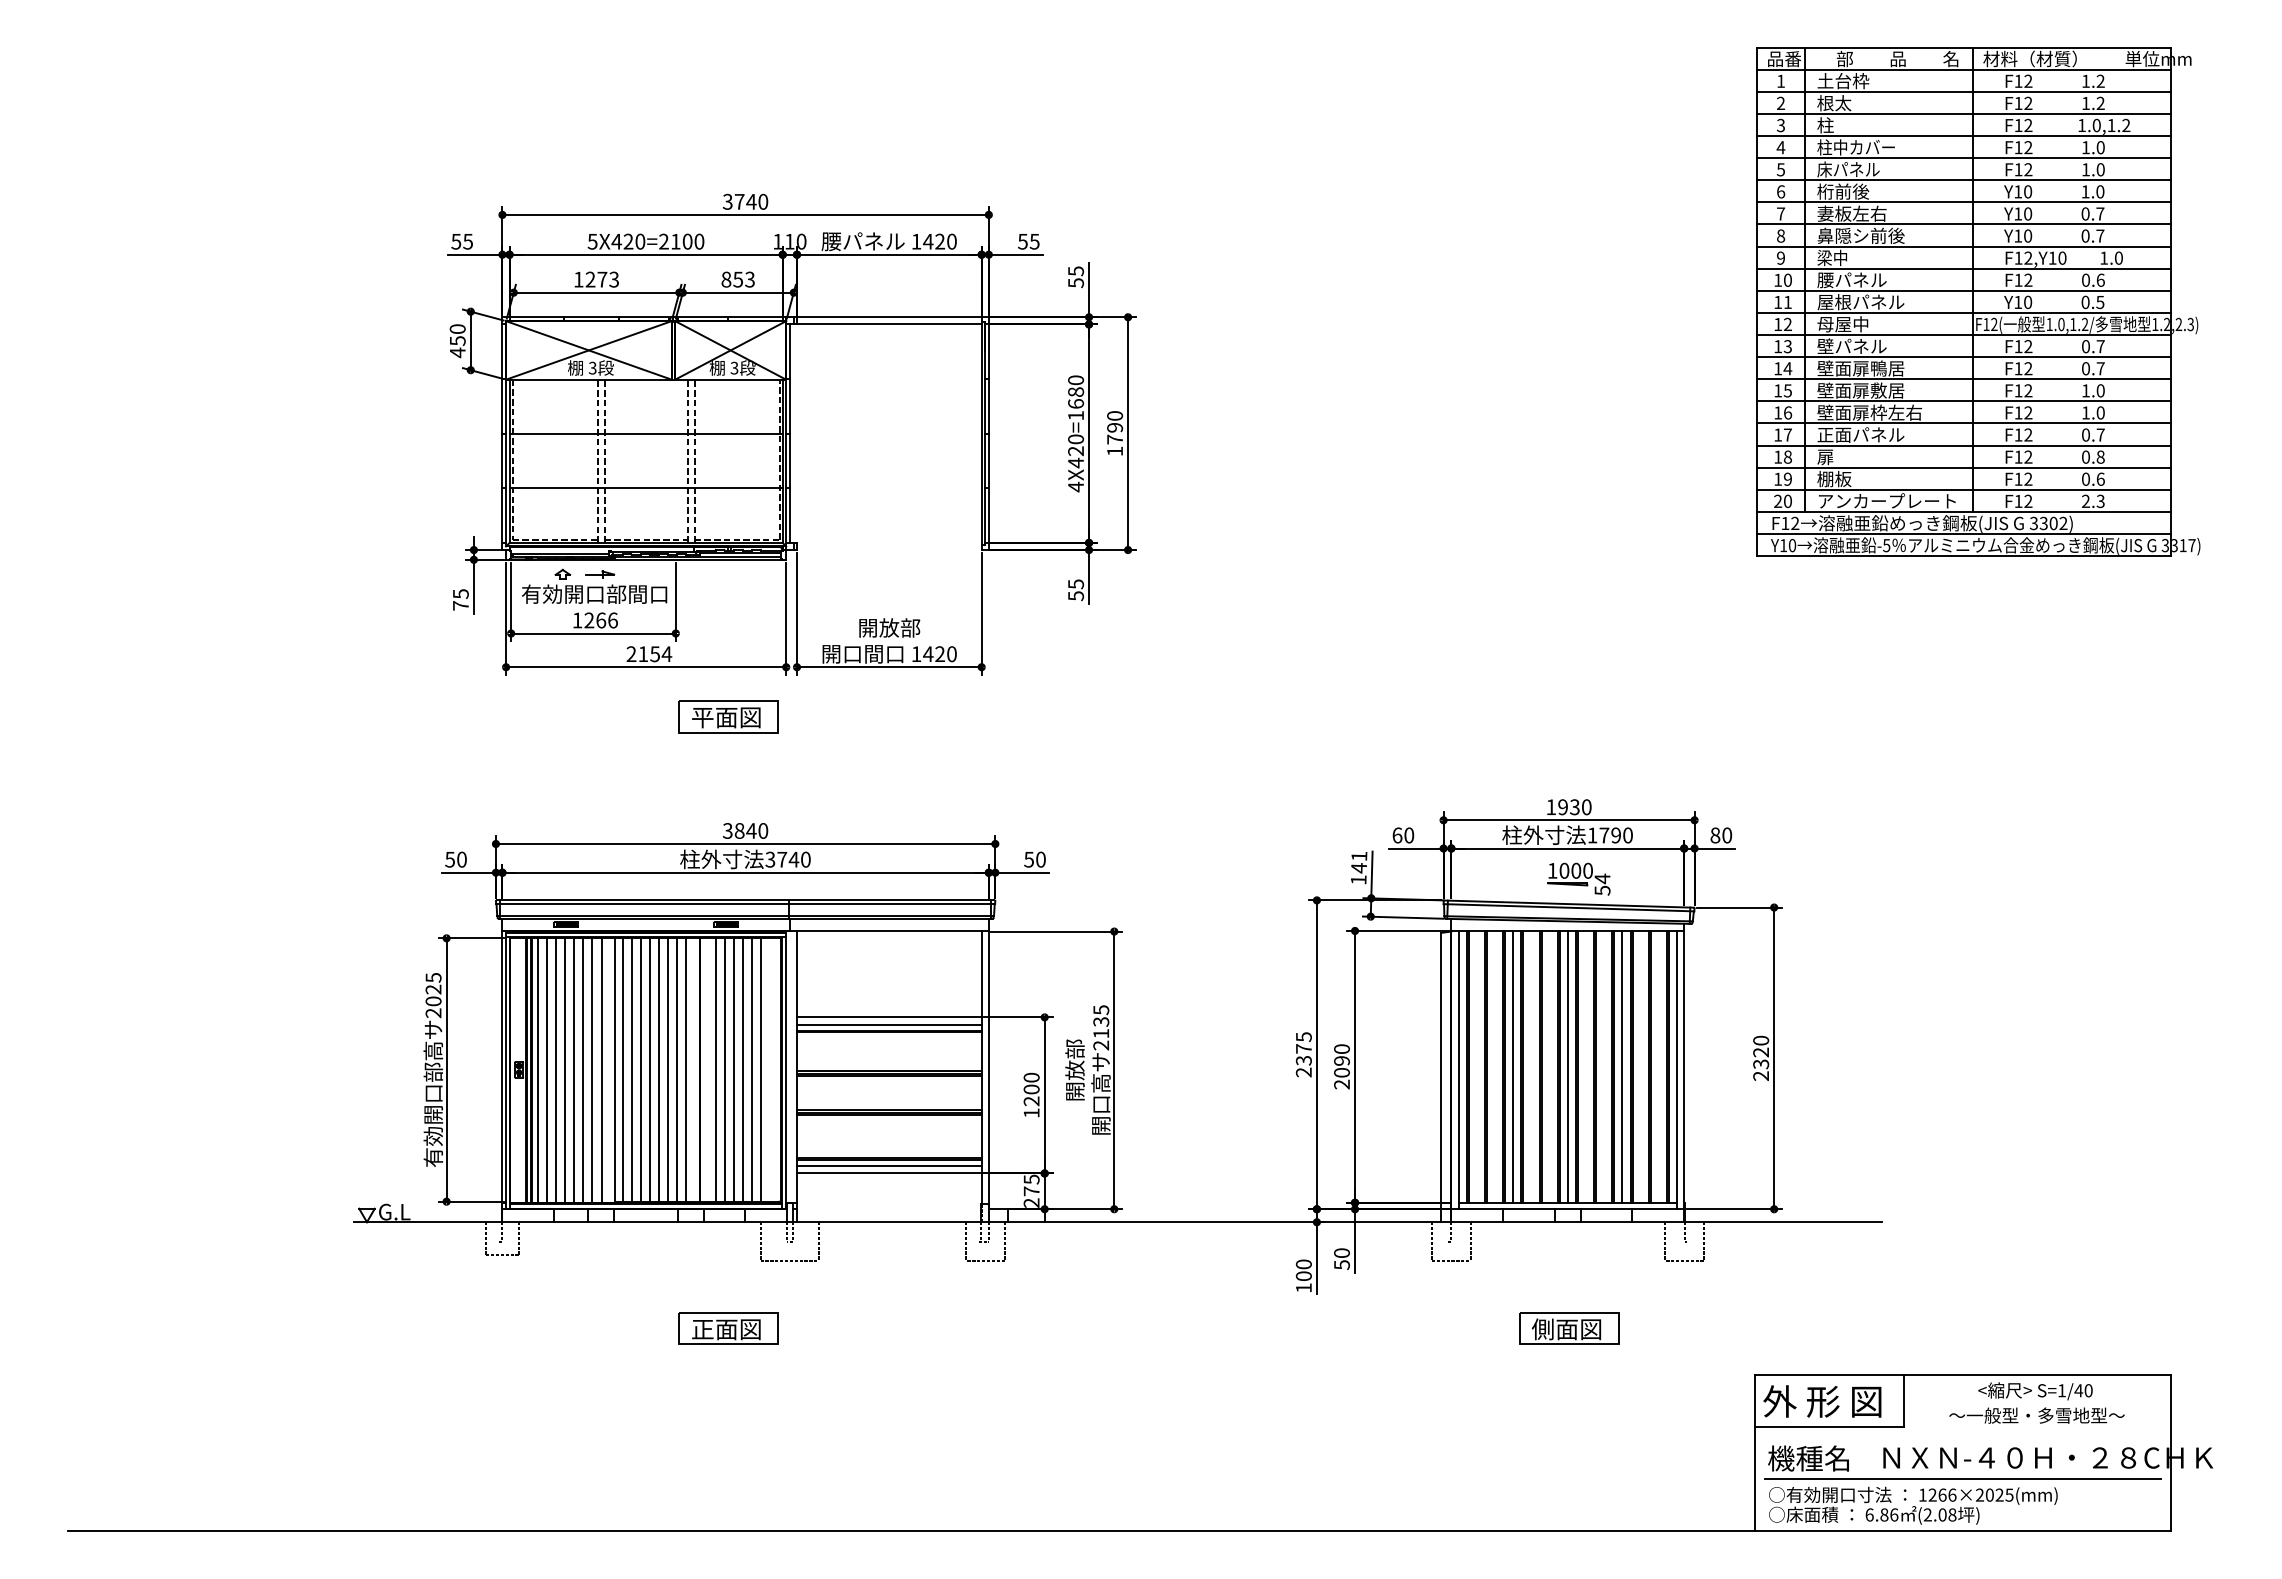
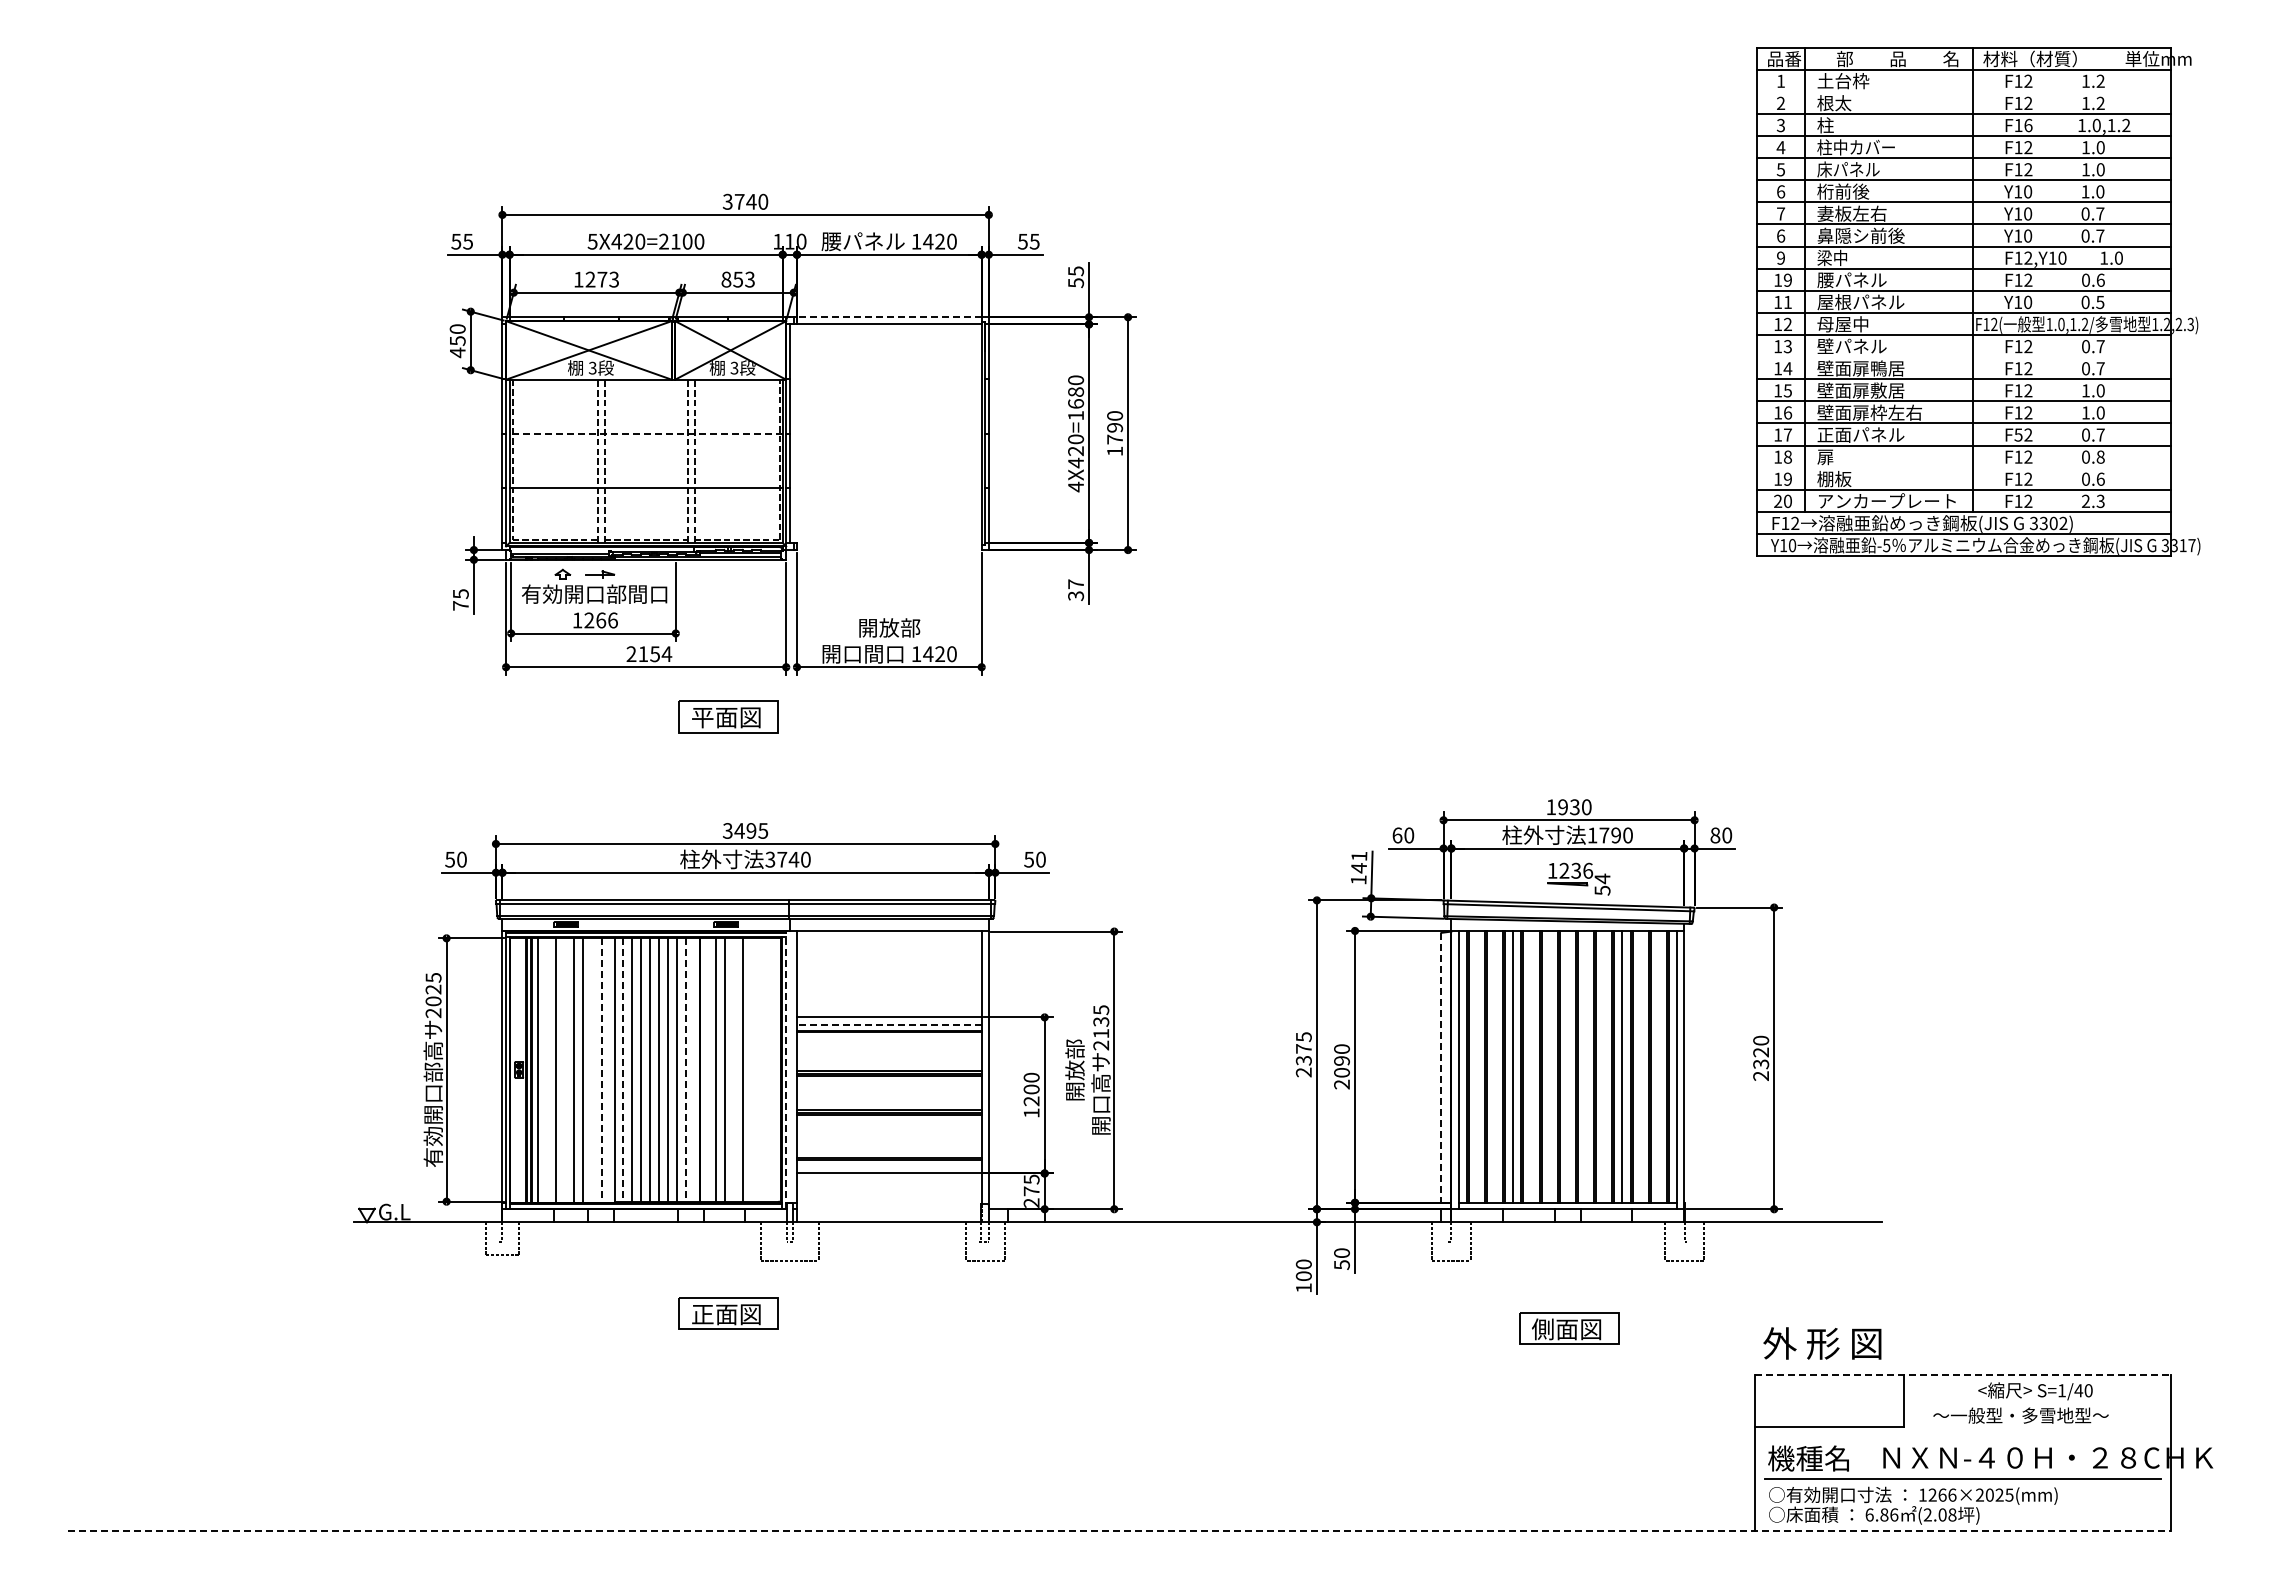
line at (1963, 91): present -> none
text at (2028, 125): F12 -> F16
text at (1781, 235): 8 -> 6
text at (1787, 279): 10 -> 19
line at (888, 317): solid -> dashed
line at (1963, 357): present -> none
line at (646, 433): solid -> dashed
text at (2018, 434): F12 -> F52
line at (1963, 467): present -> none
text at (1076, 589): 55 -> 37
text at (751, 830): 3840 -> 3495
text at (1576, 870): 1000 -> 1236
line at (888, 1024): solid -> dashed
line at (1567, 1066): present -> none
line at (733, 1069): present -> none
line at (751, 1069): present -> none
line at (761, 1069): present -> none
line at (546, 1070): present -> none
line at (565, 1070): present -> none
line at (592, 1070): present -> none
line at (622, 1070): solid -> dashed
line at (686, 1070): solid -> dashed
line at (786, 1070): solid -> dashed
line at (601, 1071): solid -> dashed
line at (1441, 1071): solid -> dashed
line at (889, 1165): present -> none
part at (728, 1328) position: (728, 1328) -> (728, 1313)
line at (1963, 1375): solid -> dashed
text at (1822, 1401) position: (1822, 1401) -> (1822, 1343)
text at (2036, 1415) position: (2036, 1415) -> (2020, 1415)
line at (1120, 1531): solid -> dashed
